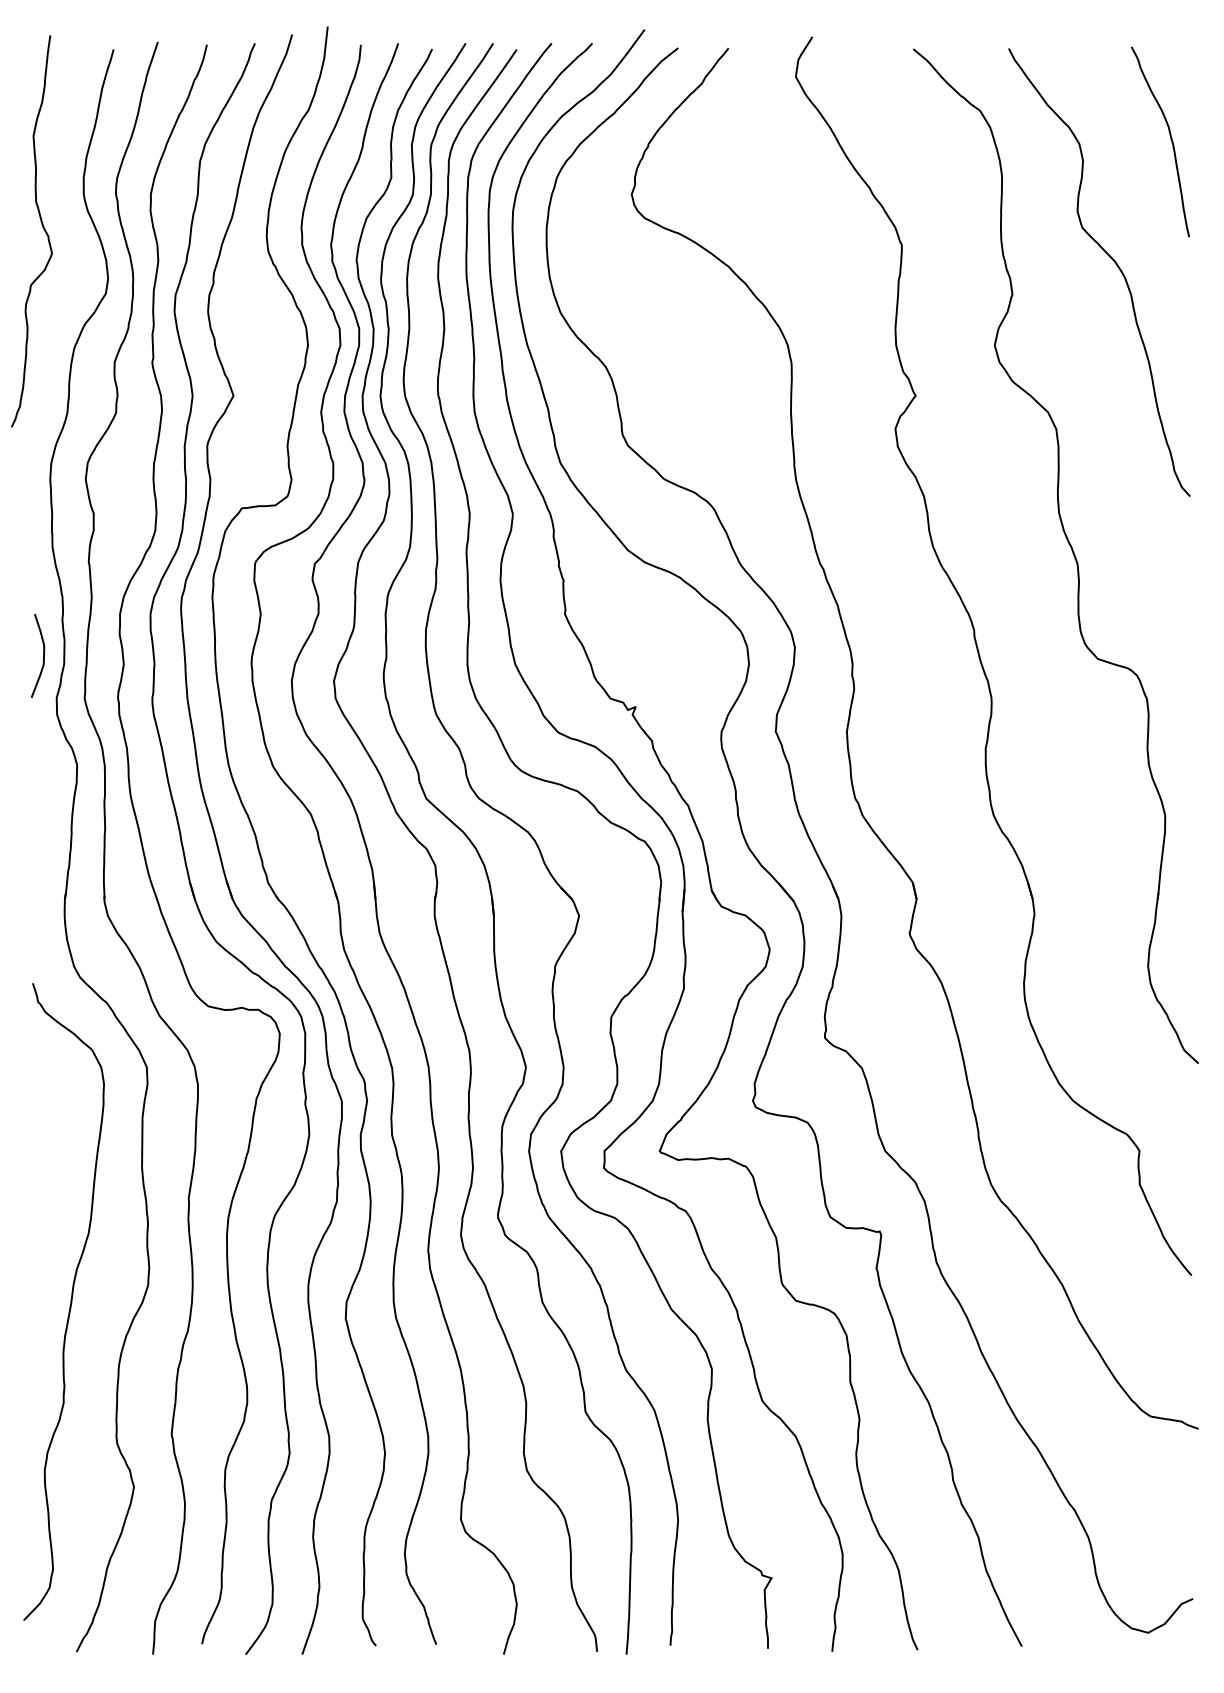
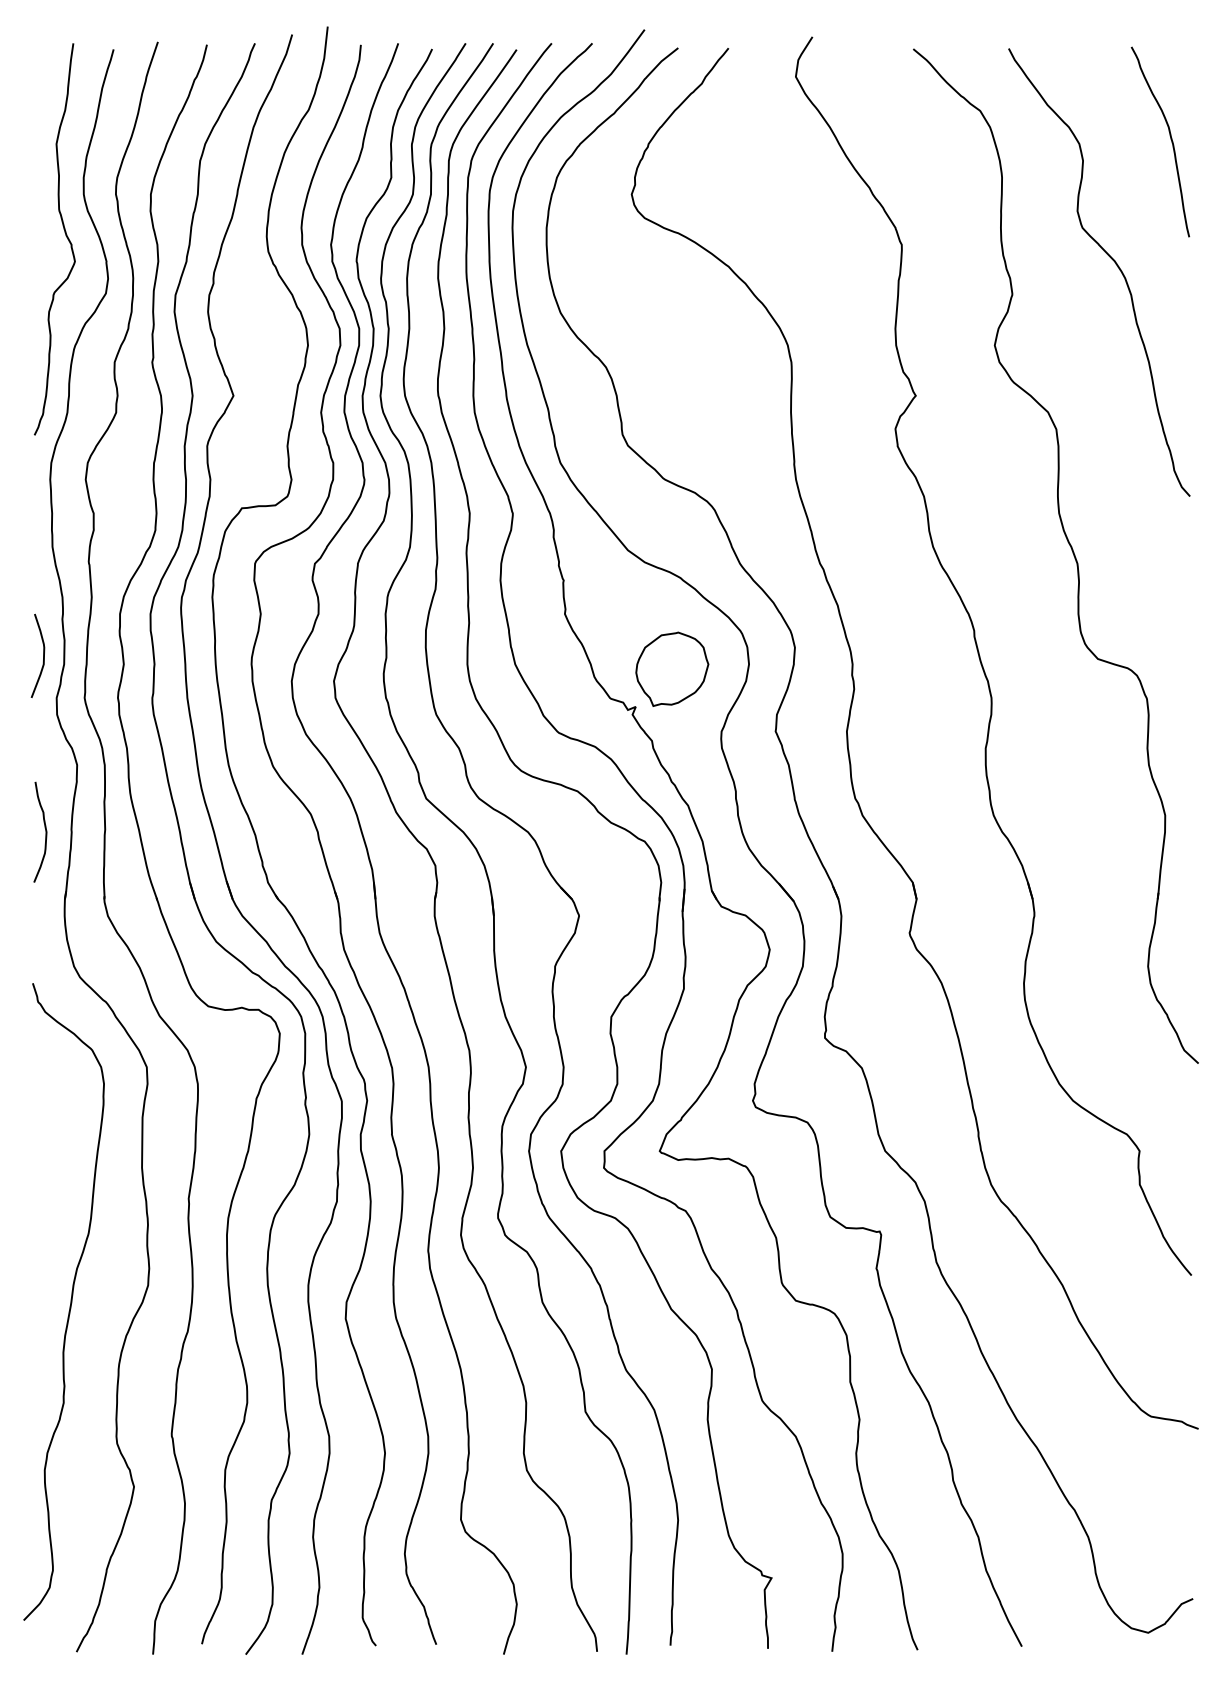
curve at (42, 227) position: (42, 227) -> (65, 235)
part at (672, 668): none -> present
curve at (44, 828): none -> present
